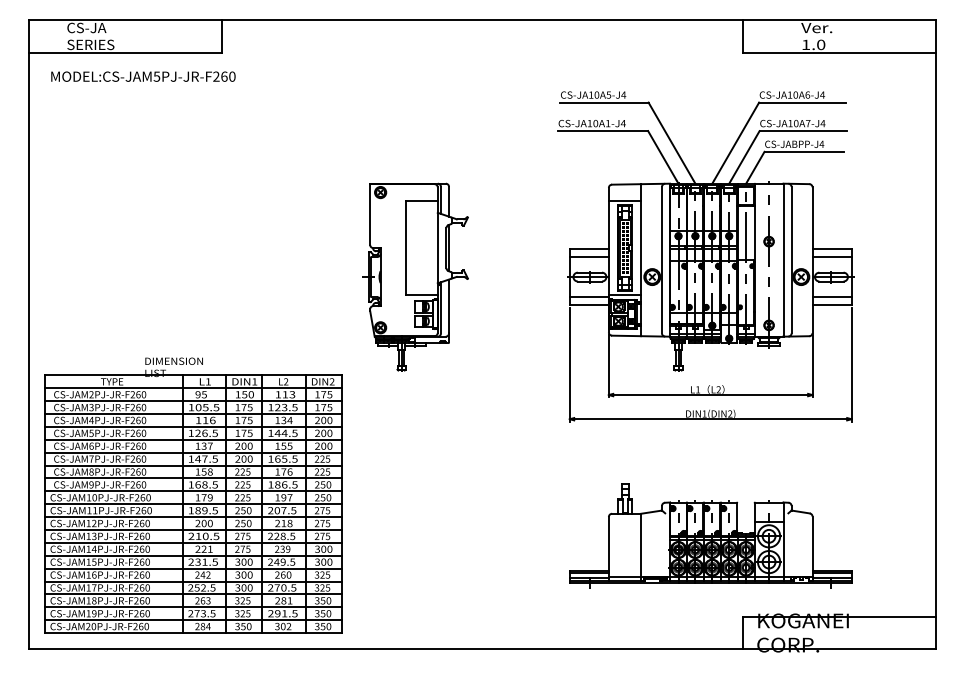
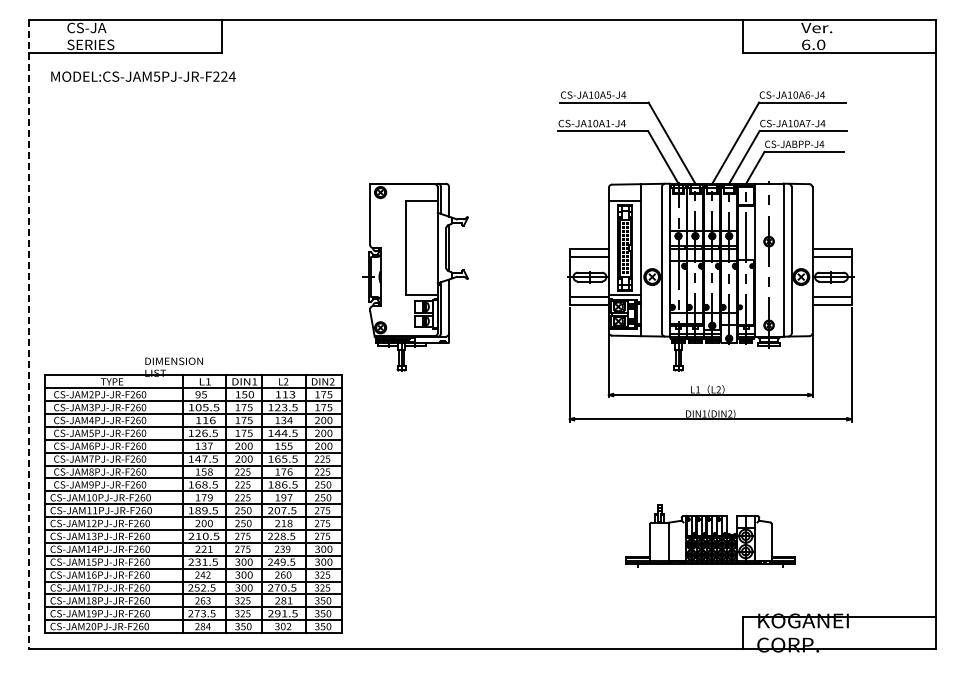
text at (806, 44): 1.0 -> 6.0
text at (228, 76): MODEL:CS-JAM5PJ-JR-F260 -> MODEL:CS-JAM5PJ-JR-F224
line at (28, 335): solid -> dashed
part at (710, 535) size: 284x106 px -> 171x64 px
